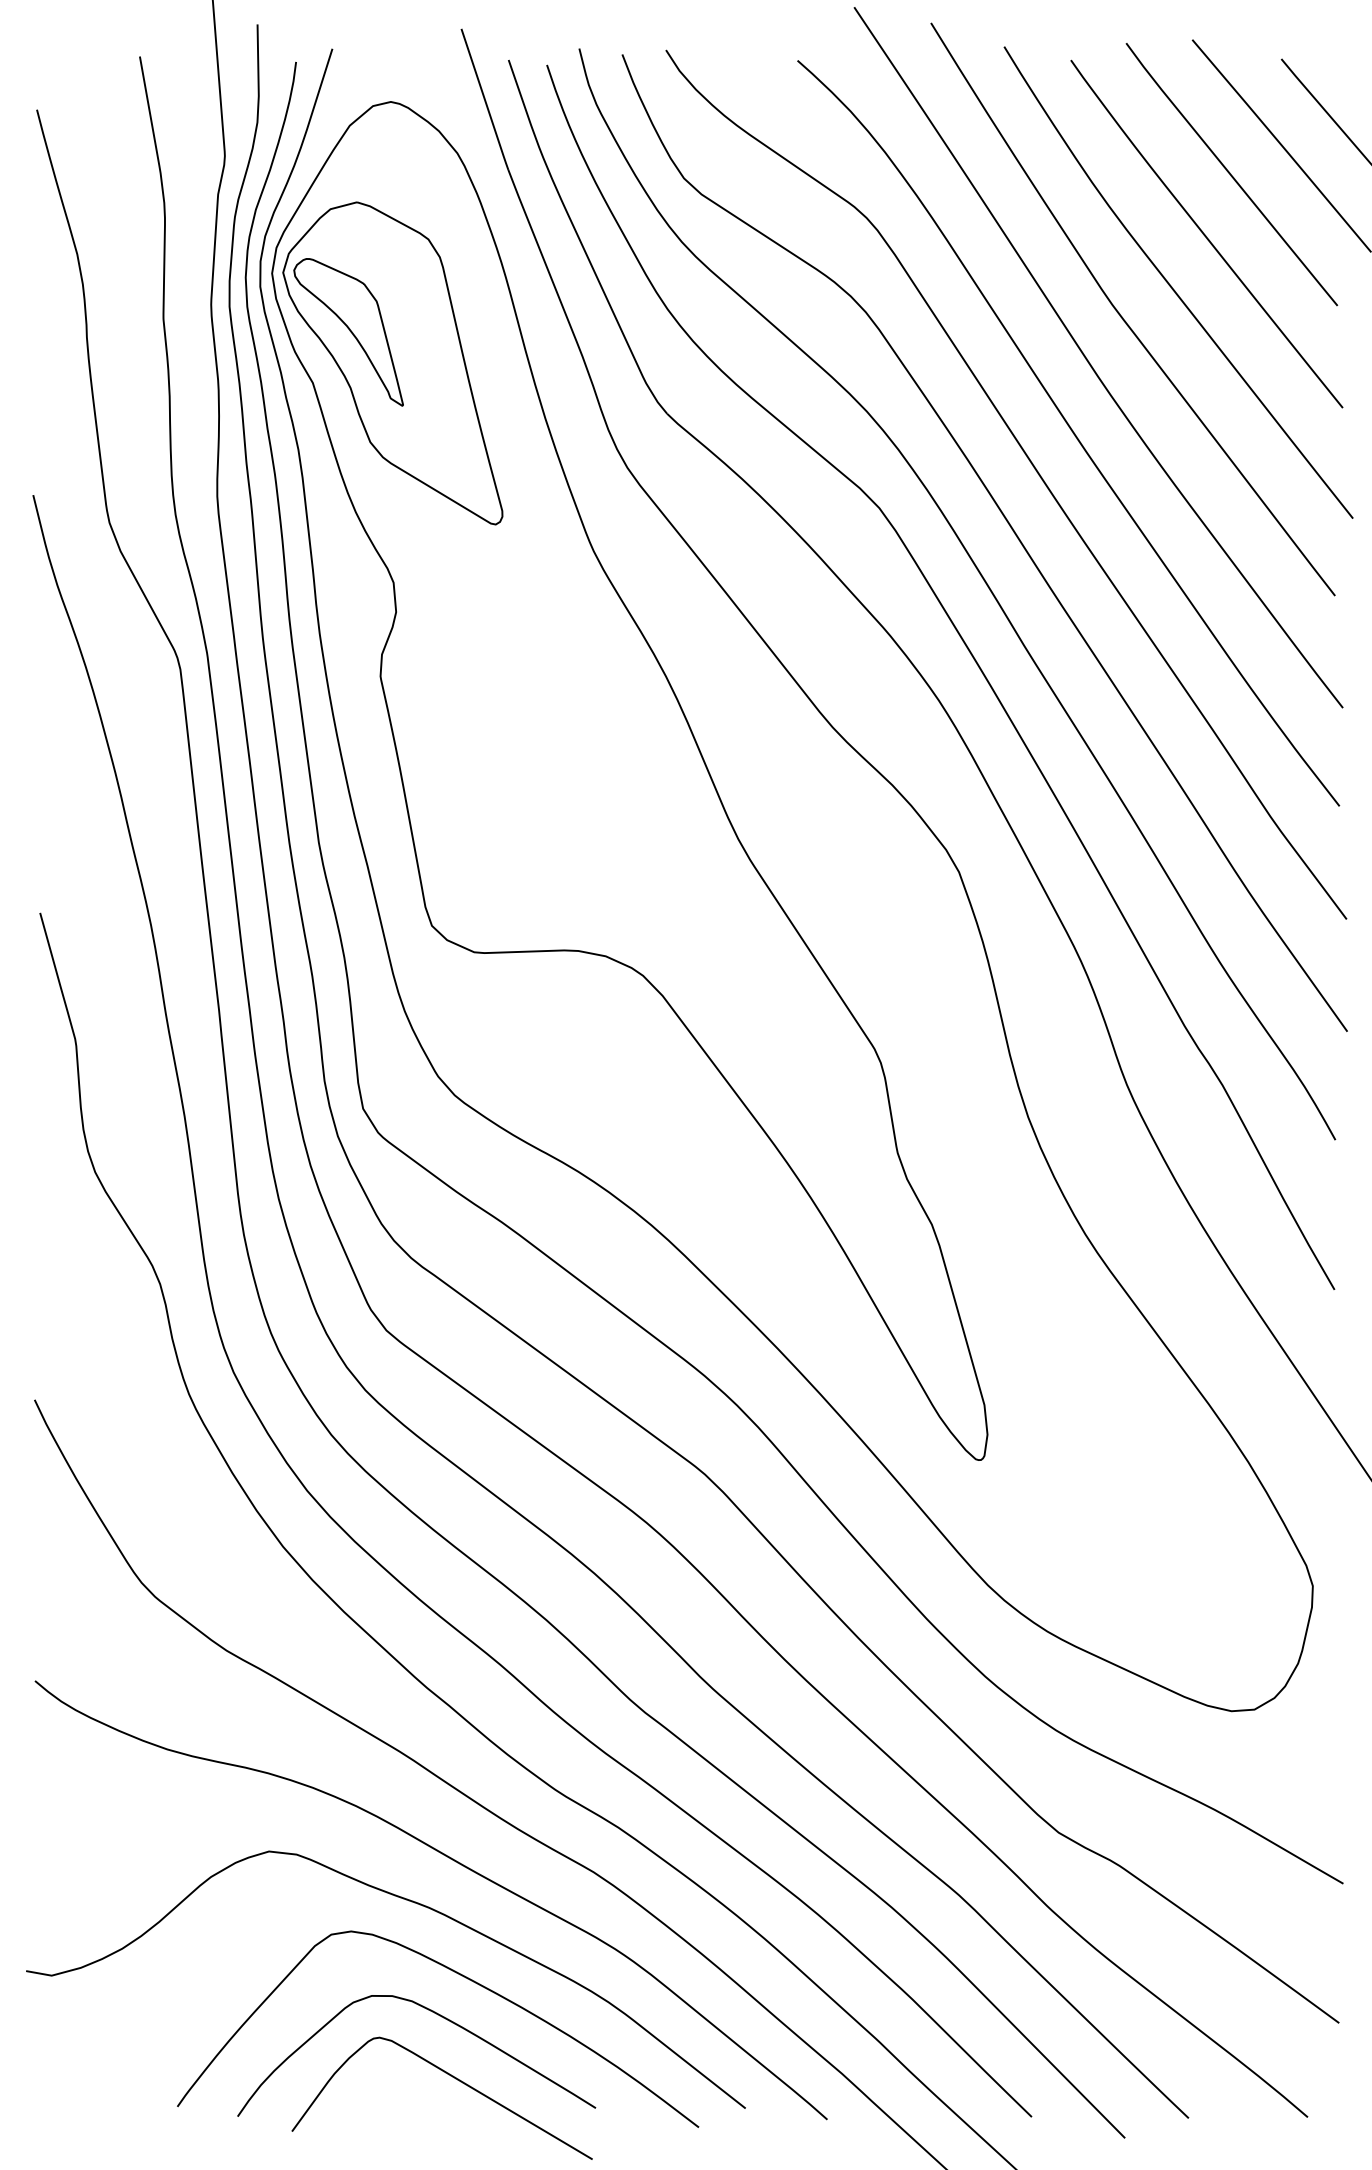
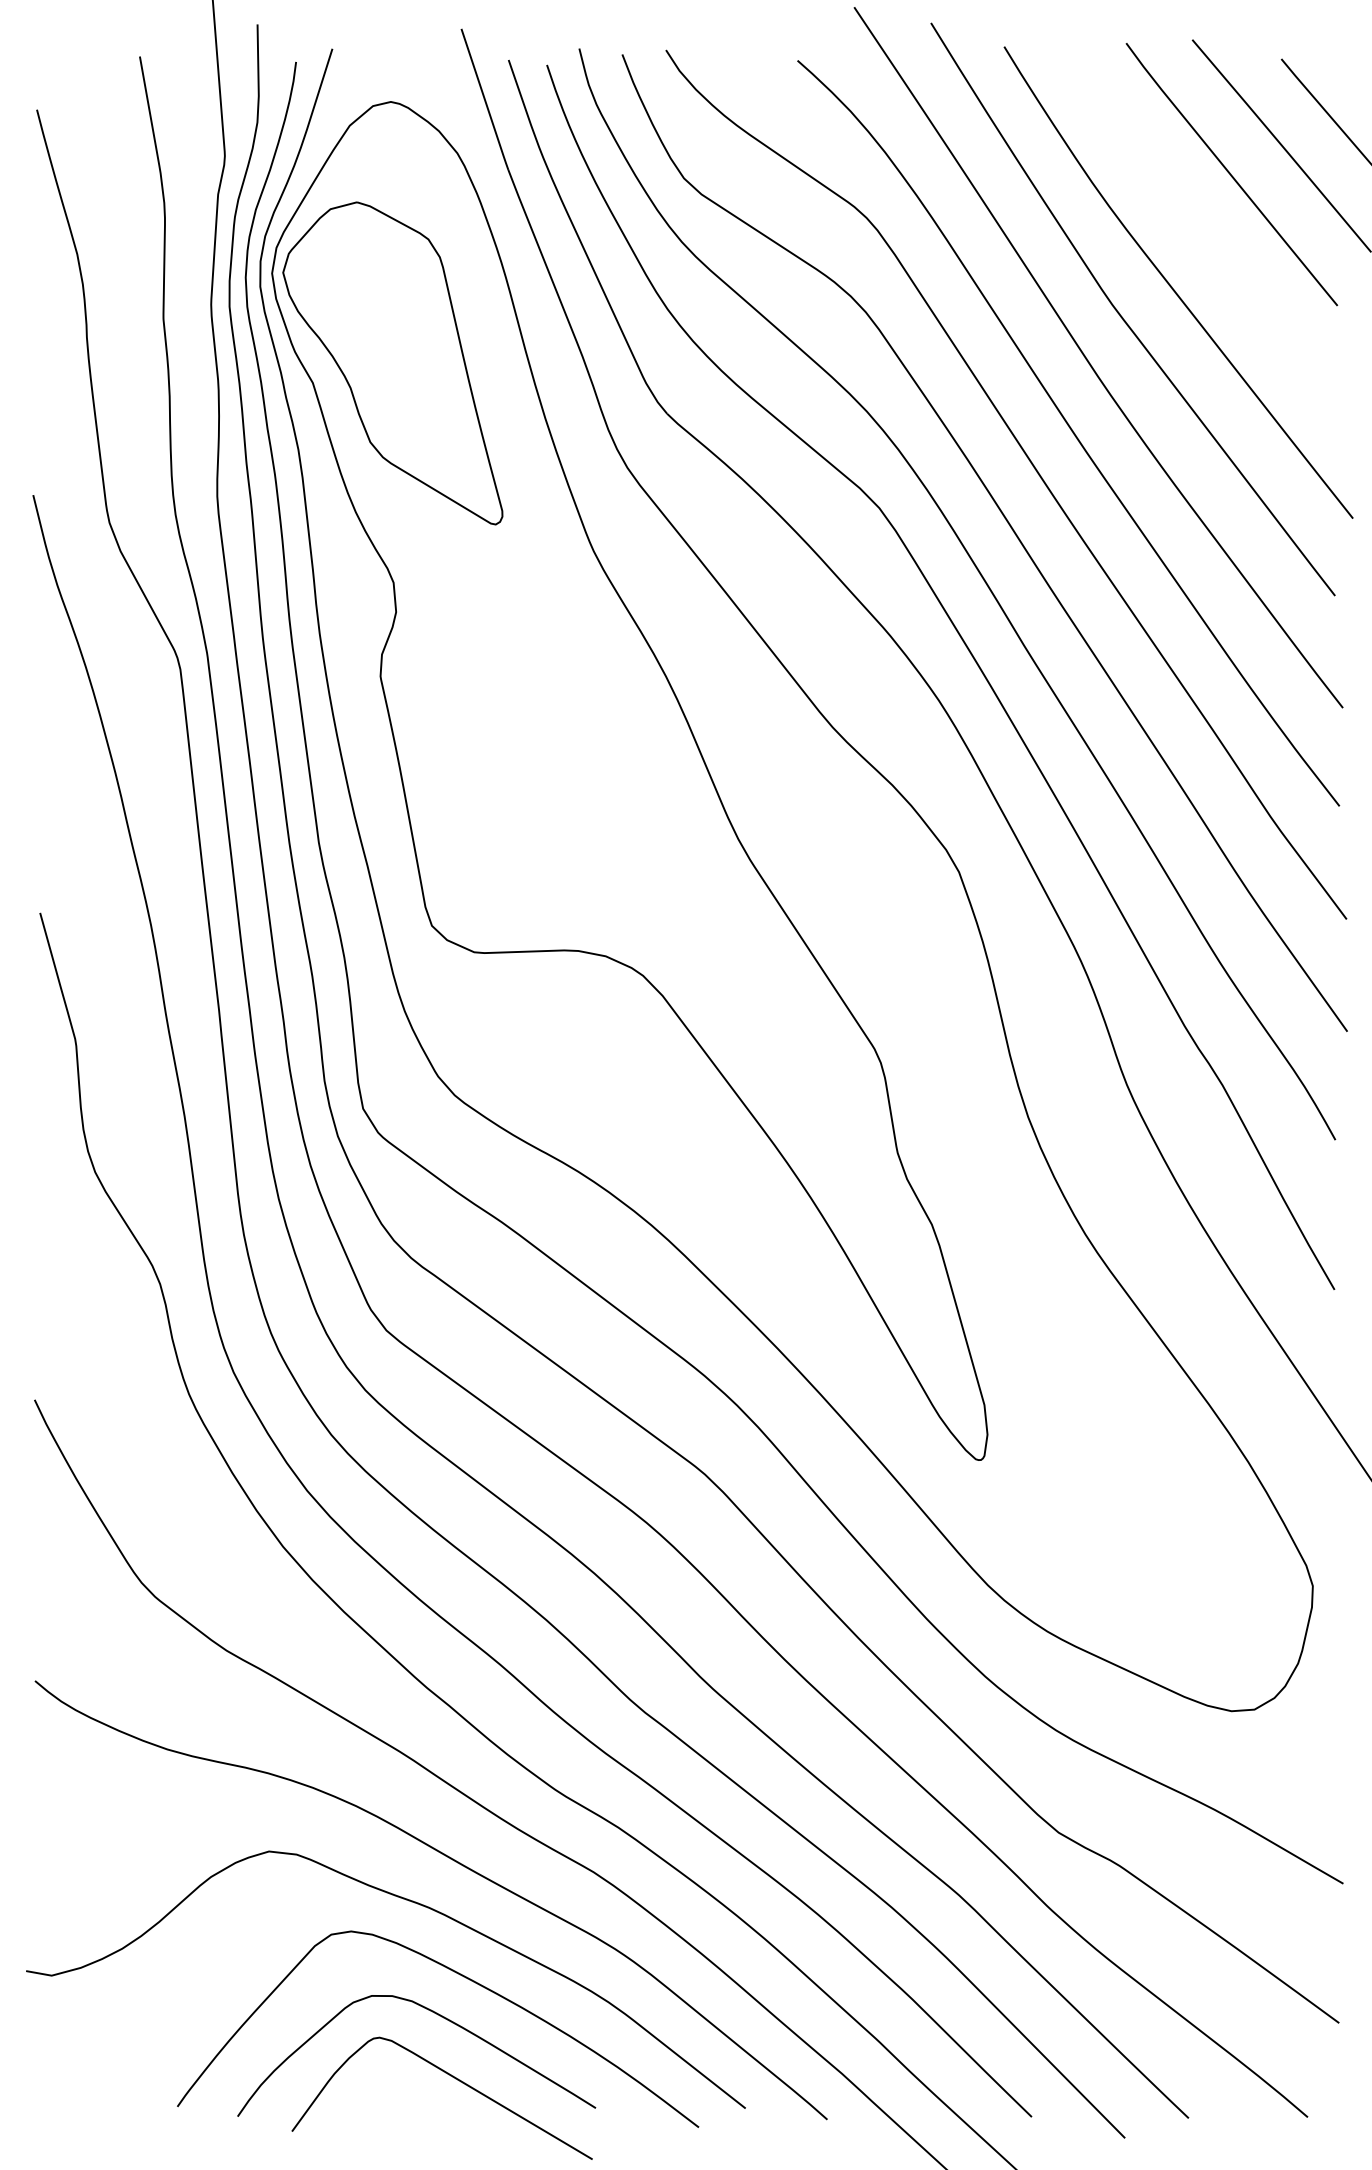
curve at (1205, 234): present -> none
part at (348, 332): present -> none
